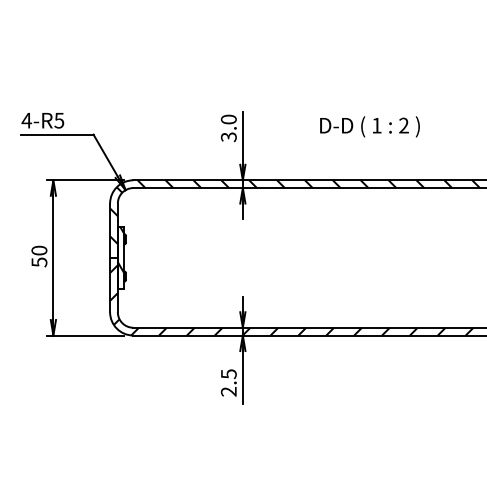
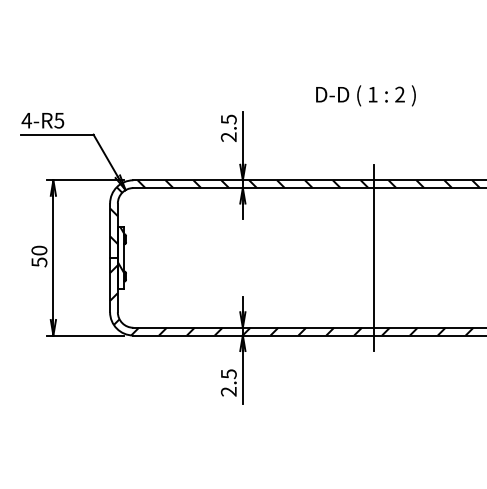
text at (369, 126) position: (369, 126) -> (365, 95)
text at (228, 128): 3.0 -> 2.5
line at (373, 257): none -> present
